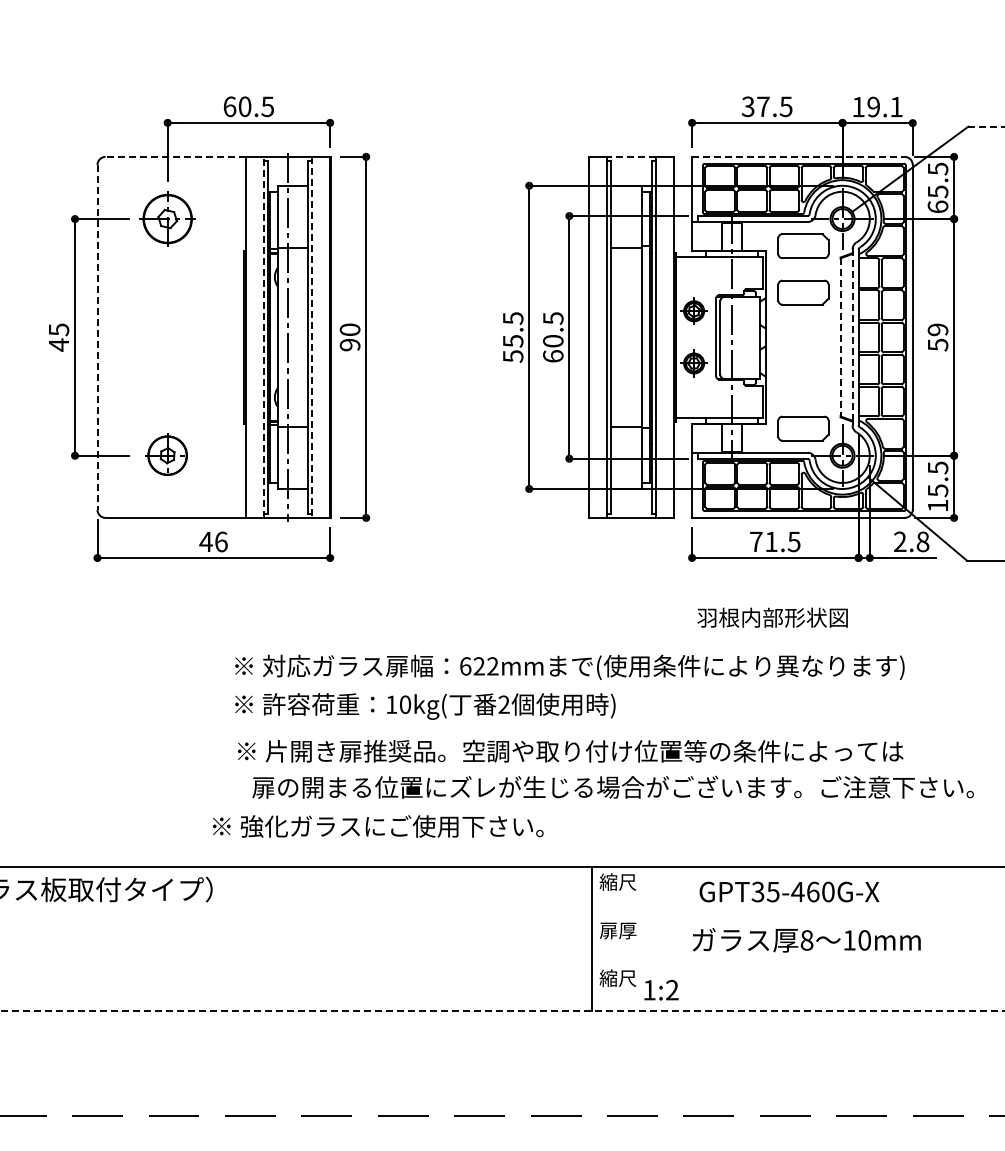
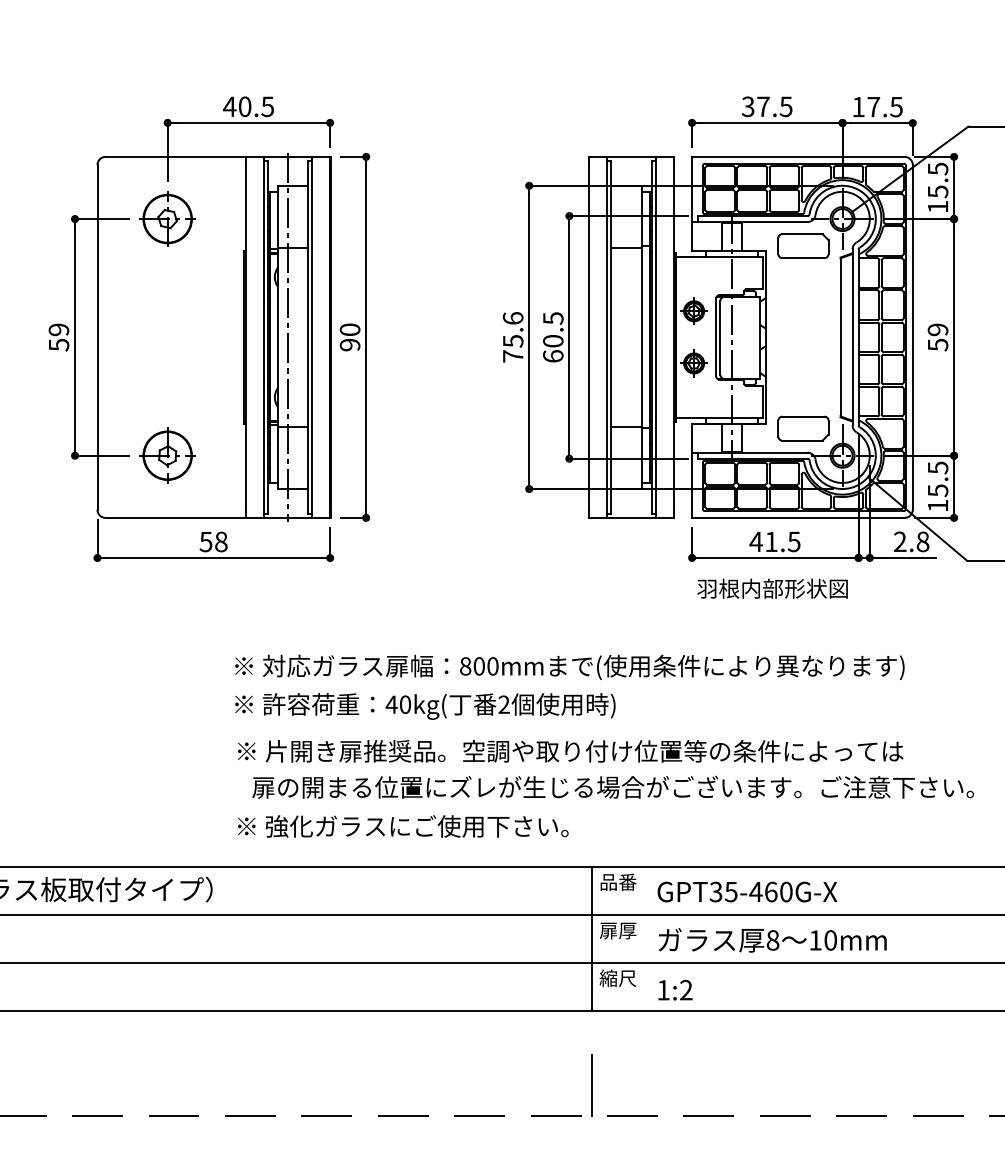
text at (229, 106): 60.5 -> 40.5
text at (884, 106): 19.1 -> 17.5
line at (986, 126): dashed -> solid
line at (175, 156): dashed -> solid
line at (631, 156): dashed -> solid
line at (798, 156): dashed -> solid
text at (937, 206): 65.5 -> 15.5
part at (803, 292): present -> none
line at (852, 336): dashed -> solid
text at (58, 337): 45 -> 59
line at (97, 337): dashed -> solid
line at (263, 337): dashed -> solid
line at (312, 337): dashed -> solid
text at (512, 337): 55.5 -> 75.6
line at (840, 337): dashed -> solid
part at (166, 454) size: 43x43 px -> 57x57 px
text at (213, 541): 46 -> 58
text at (756, 541): 71.5 -> 41.5
text at (772, 617) position: (772, 617) -> (772, 588)
text at (479, 666): 622mm -> 800mm
text at (391, 704): 10kg( -> 40kg(
text at (378, 826) position: (378, 826) -> (403, 826)
text at (617, 881): 縮尺 -> 品番
text at (789, 891) position: (789, 891) -> (747, 891)
line at (501, 915): none -> present
text at (806, 940) position: (806, 940) -> (772, 940)
line at (501, 962): none -> present
text at (661, 990) position: (661, 990) -> (675, 990)
line at (502, 1011): dashed -> solid
line at (591, 1085): none -> present
